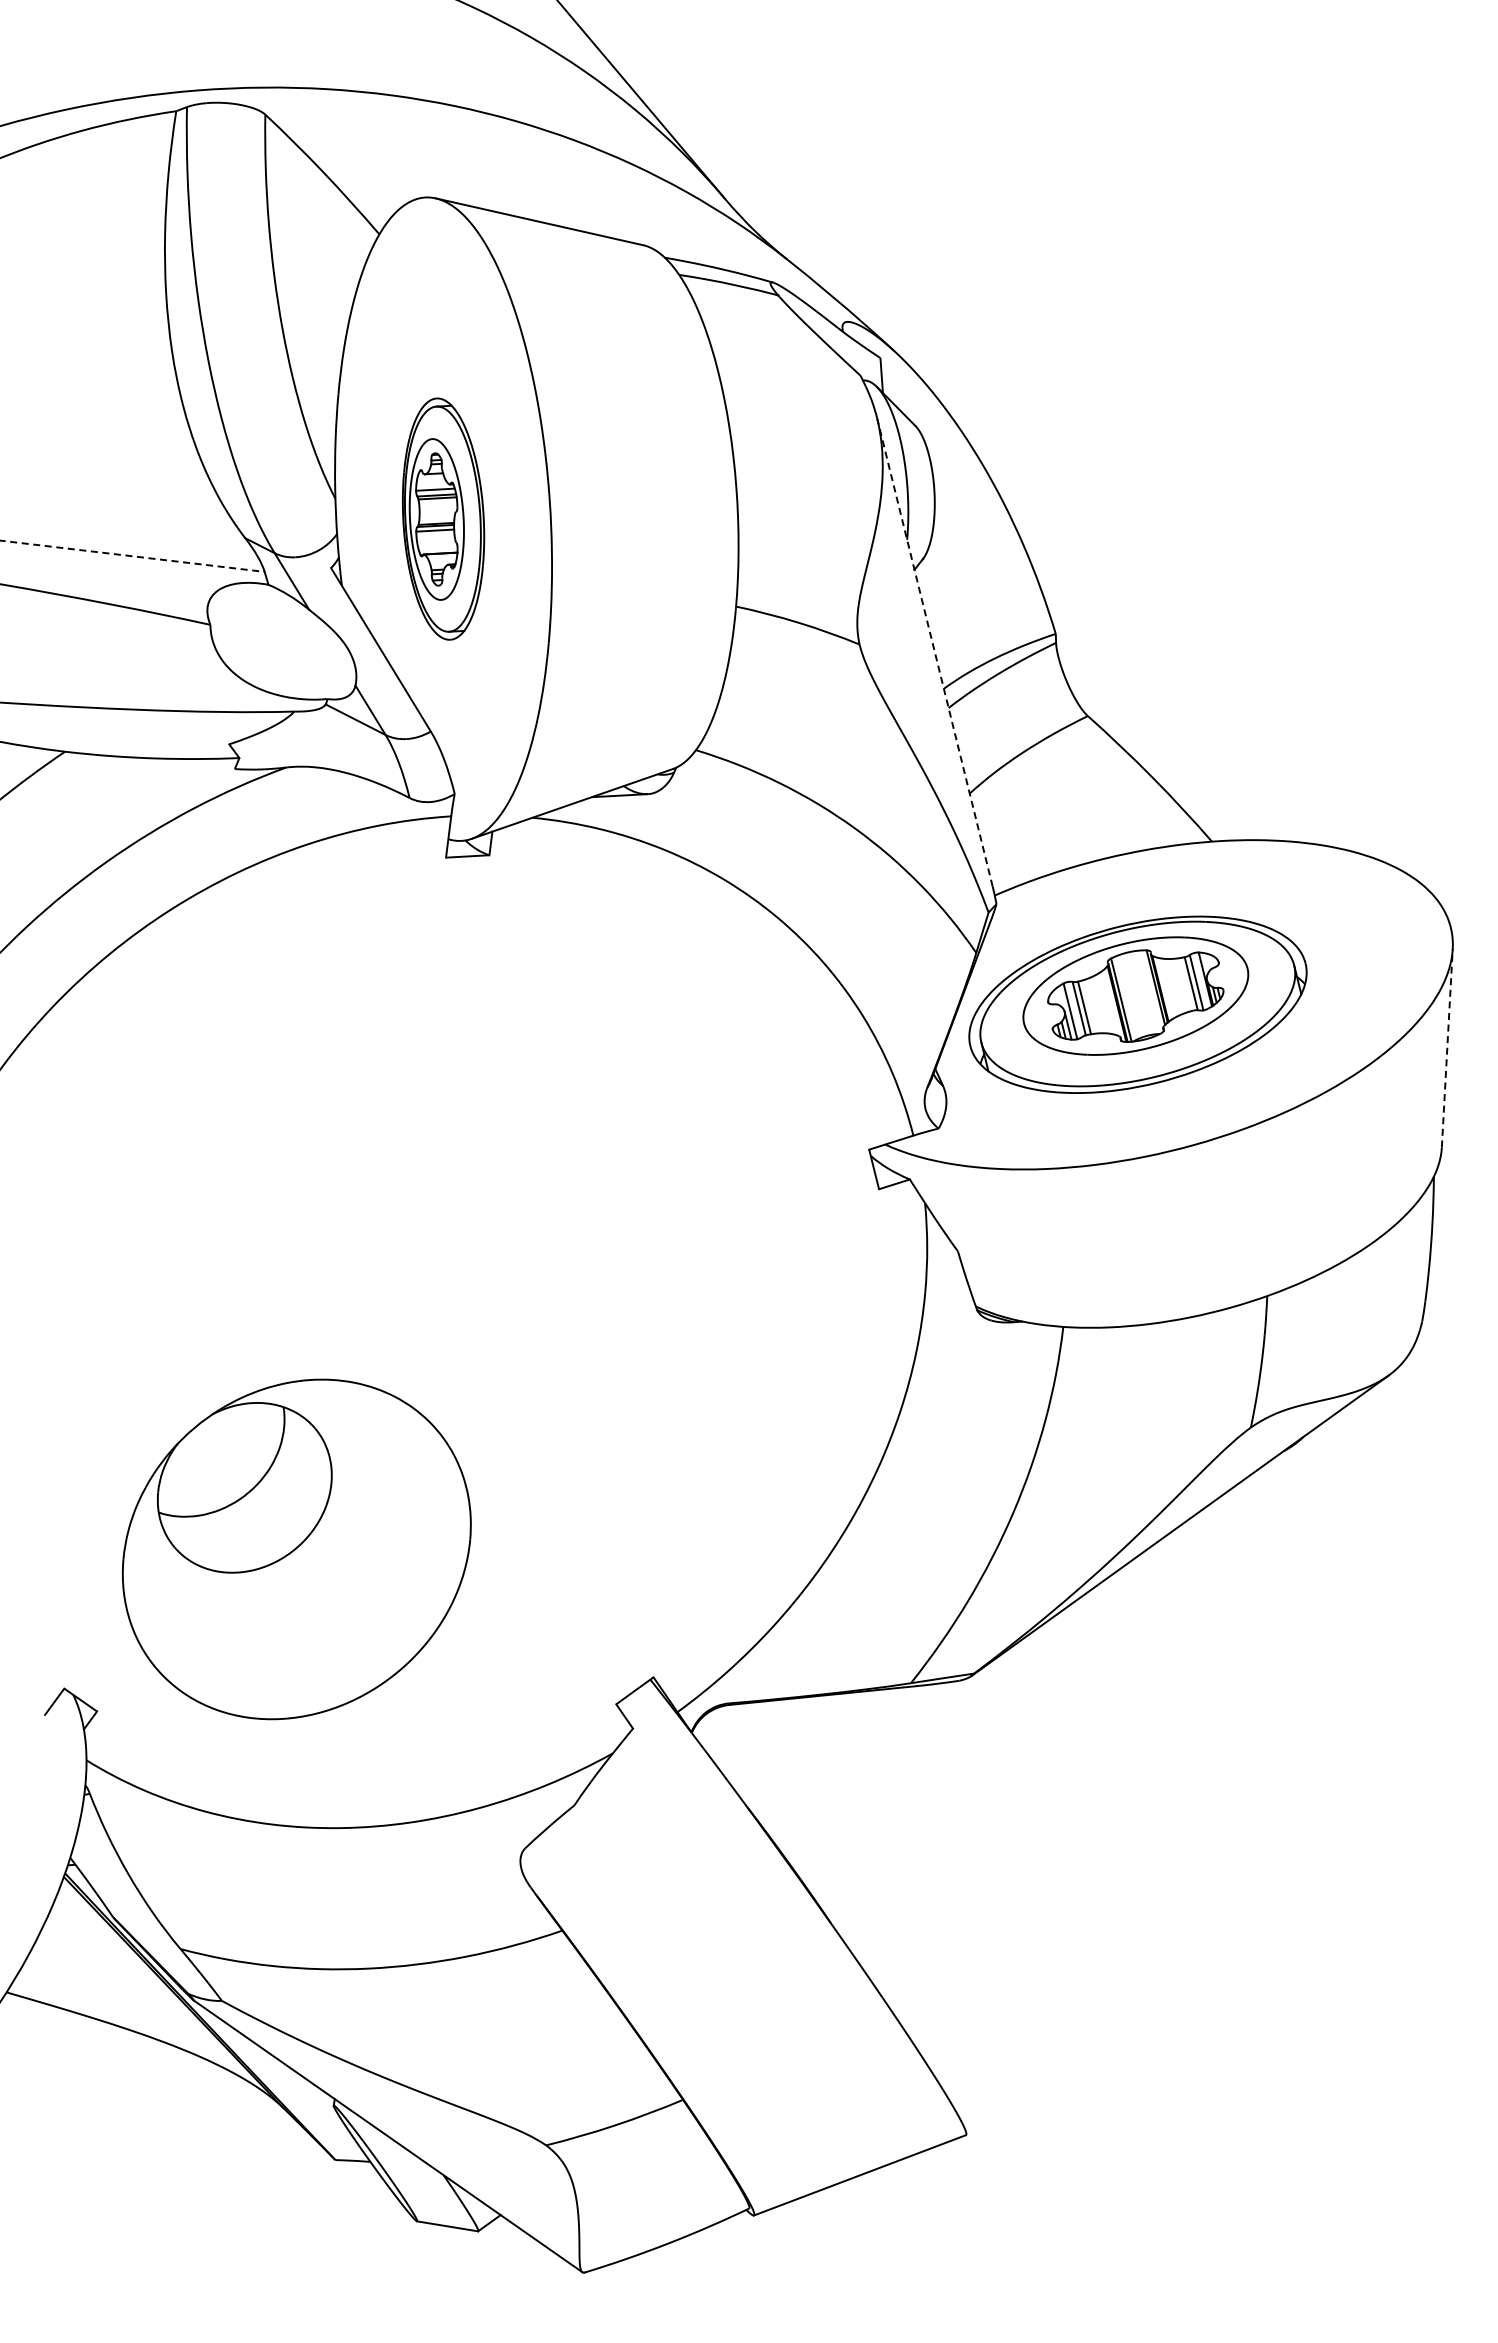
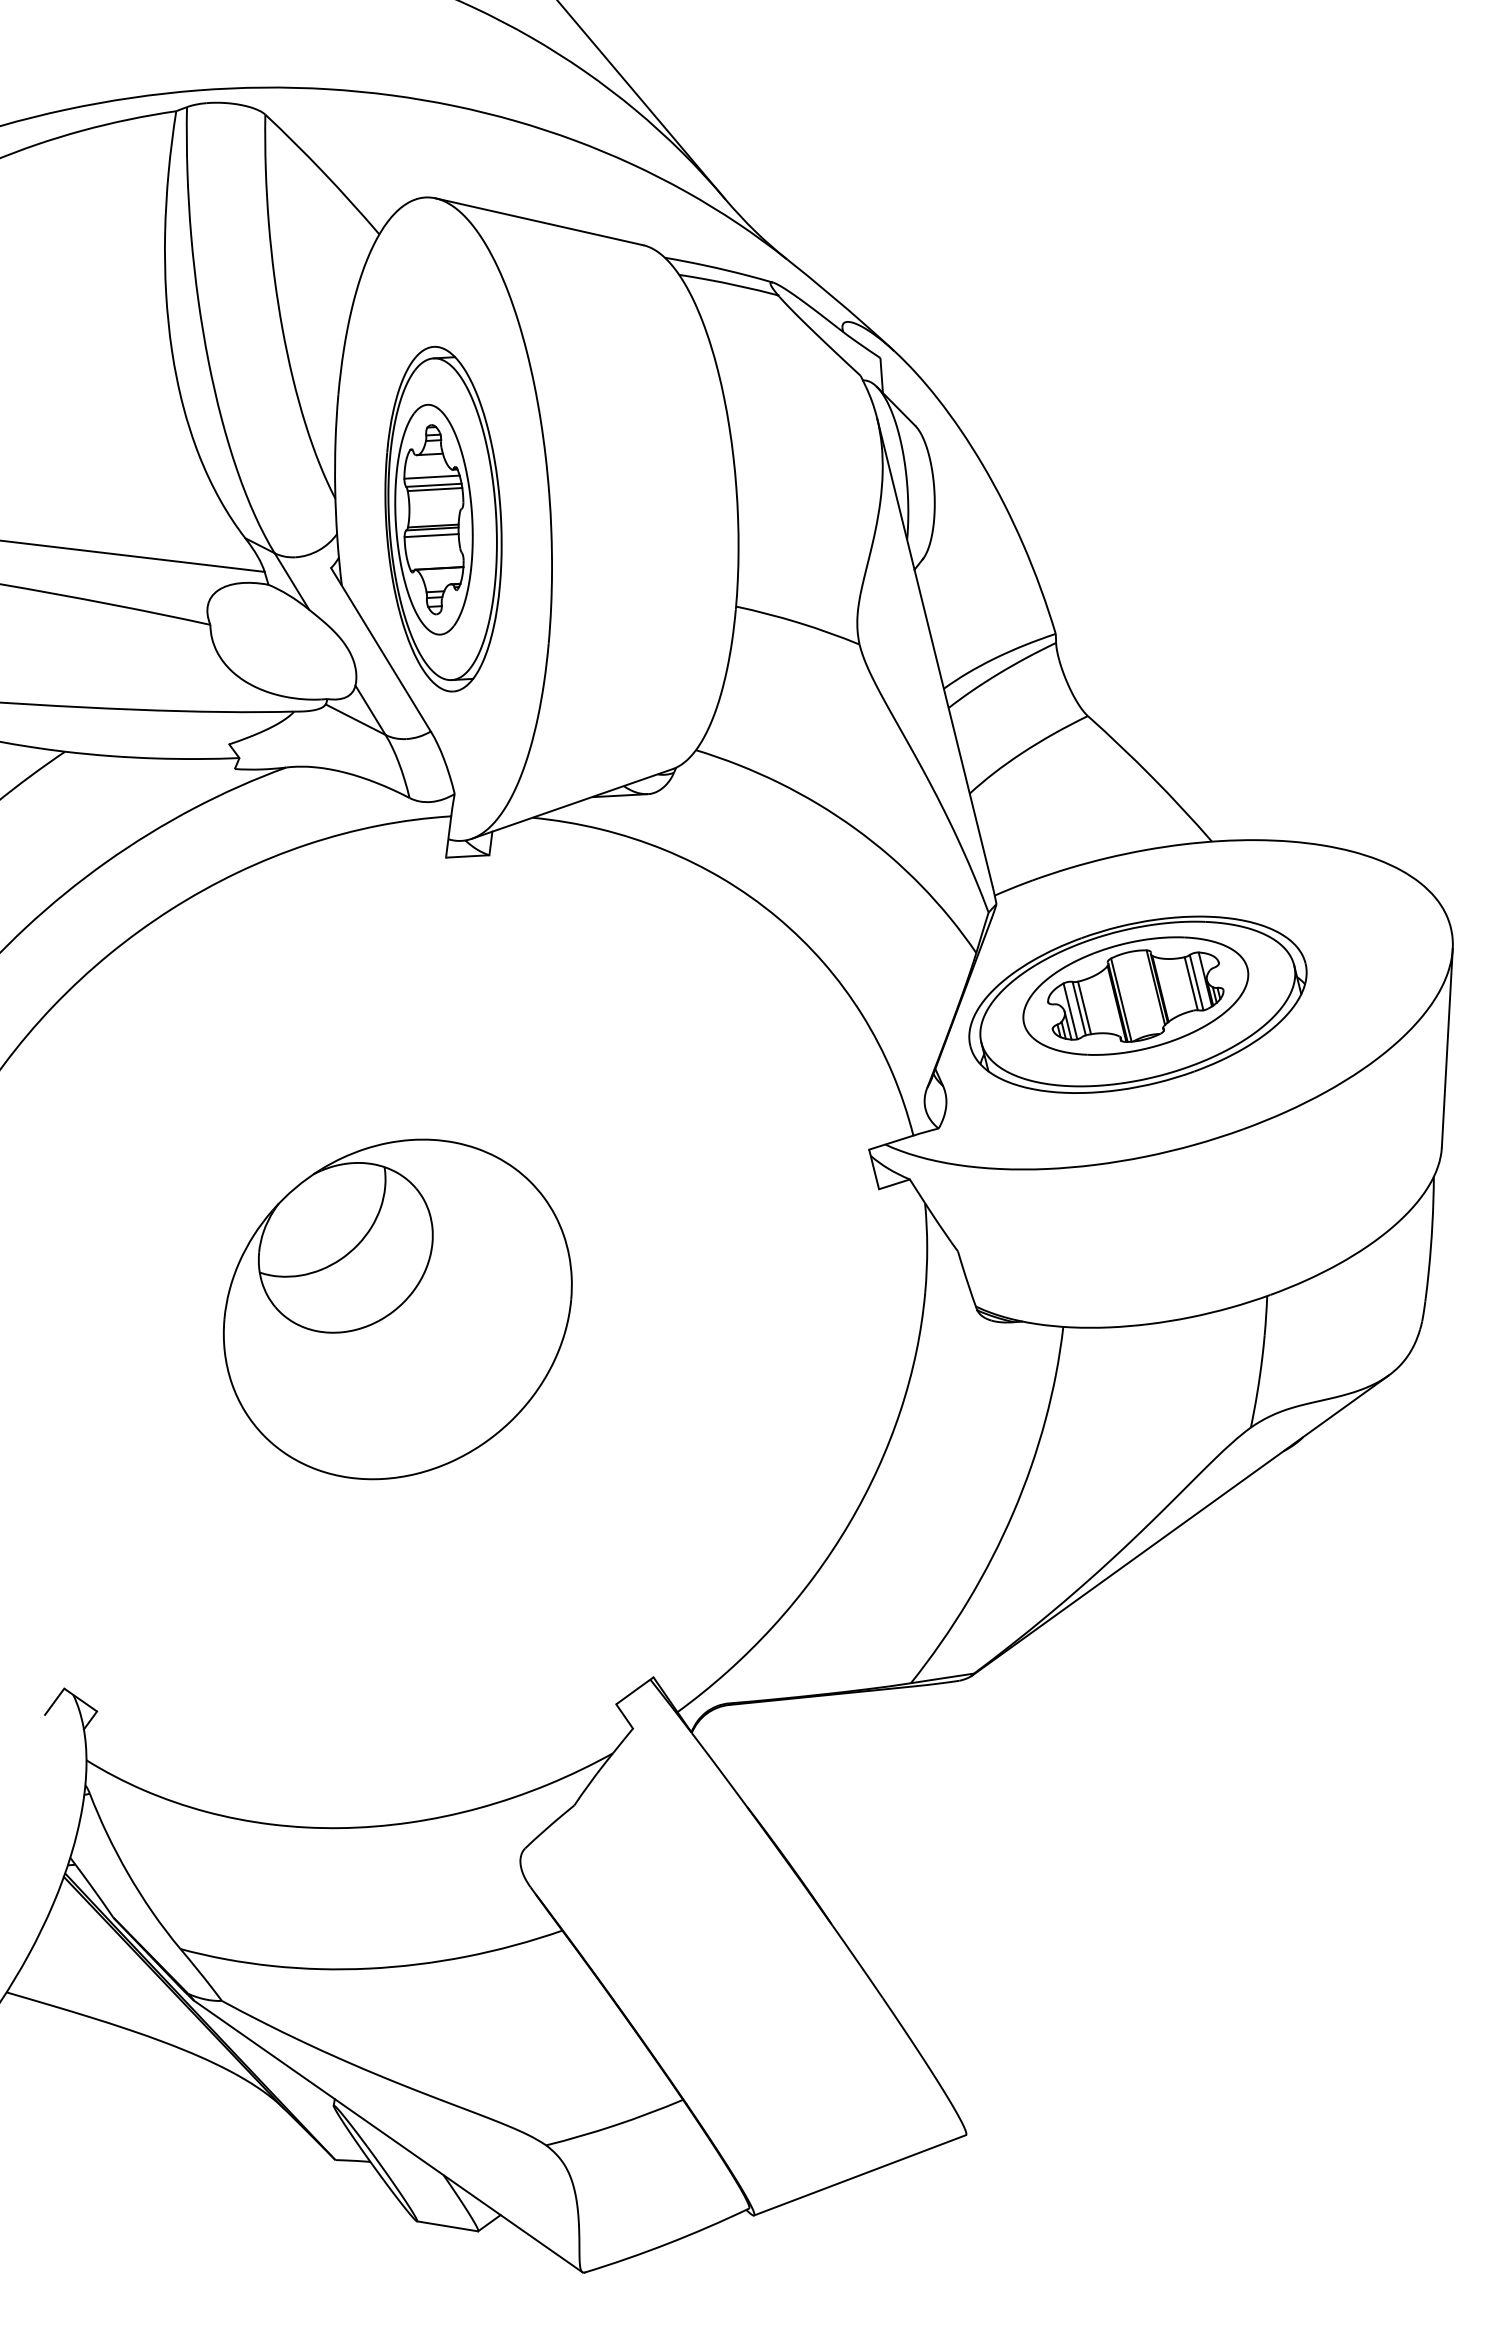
part at (443, 518) size: 84x244 px -> 119x348 px
line at (132, 556): dashed -> solid
line at (934, 652): dashed -> solid
line at (1447, 1047): dashed -> solid
part at (296, 1549) position: (296, 1549) -> (397, 1309)
